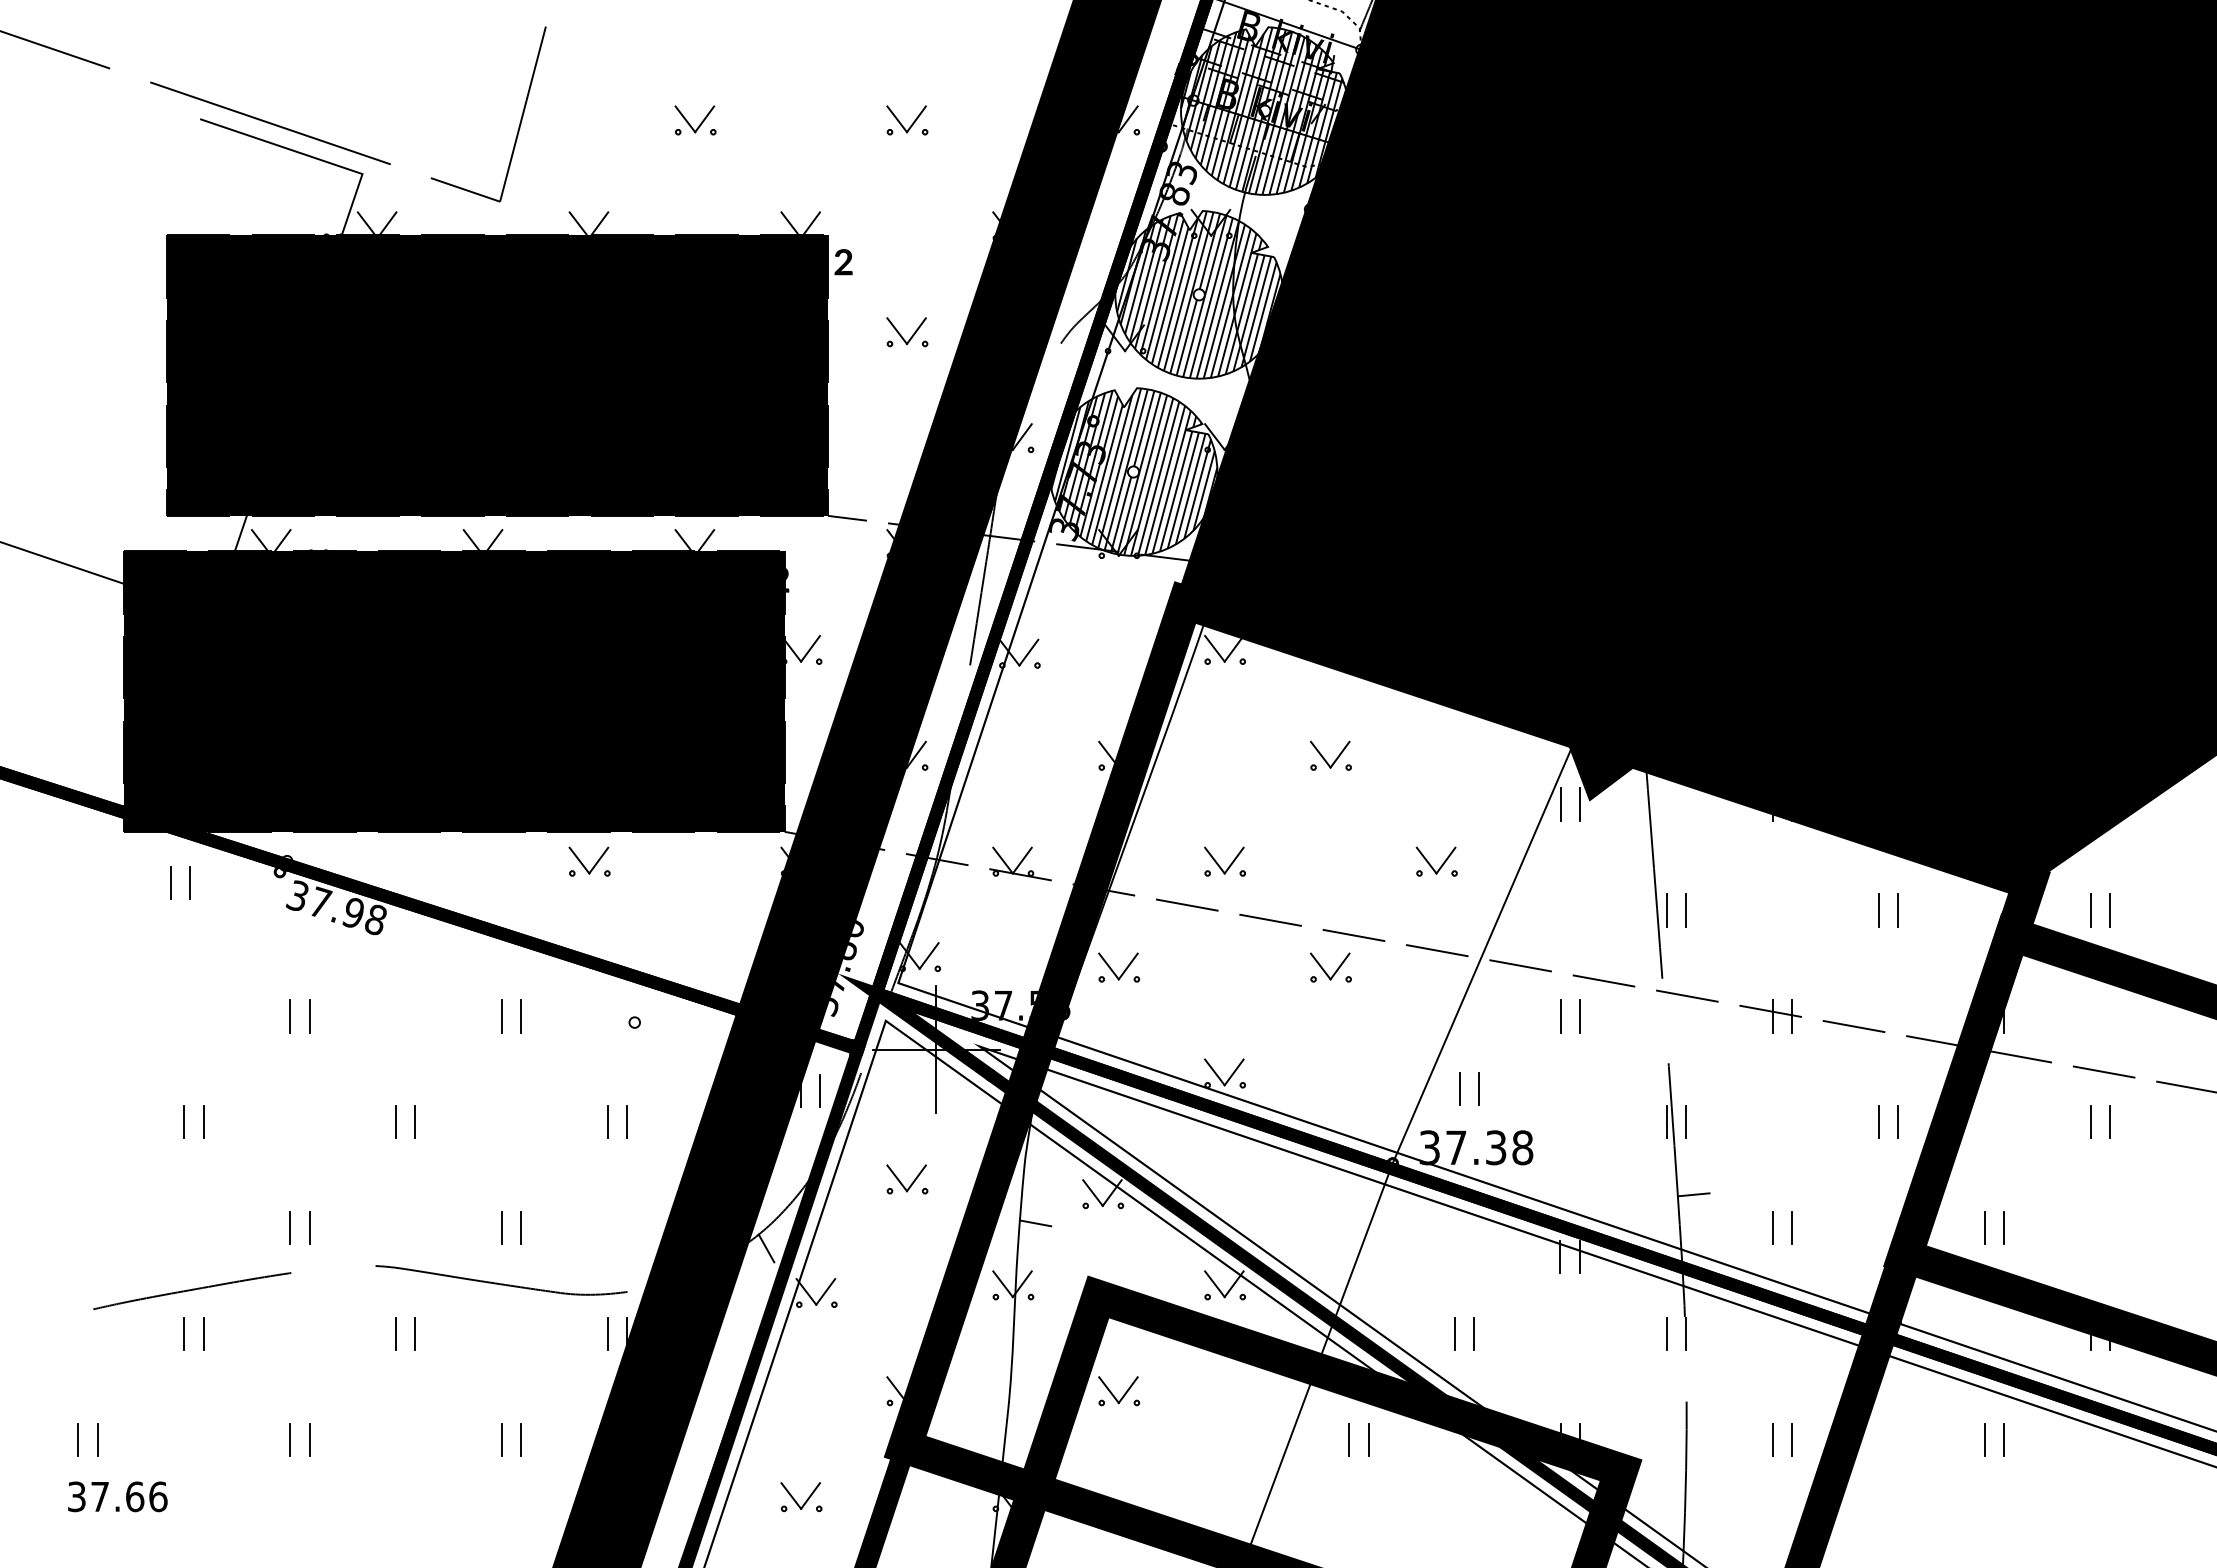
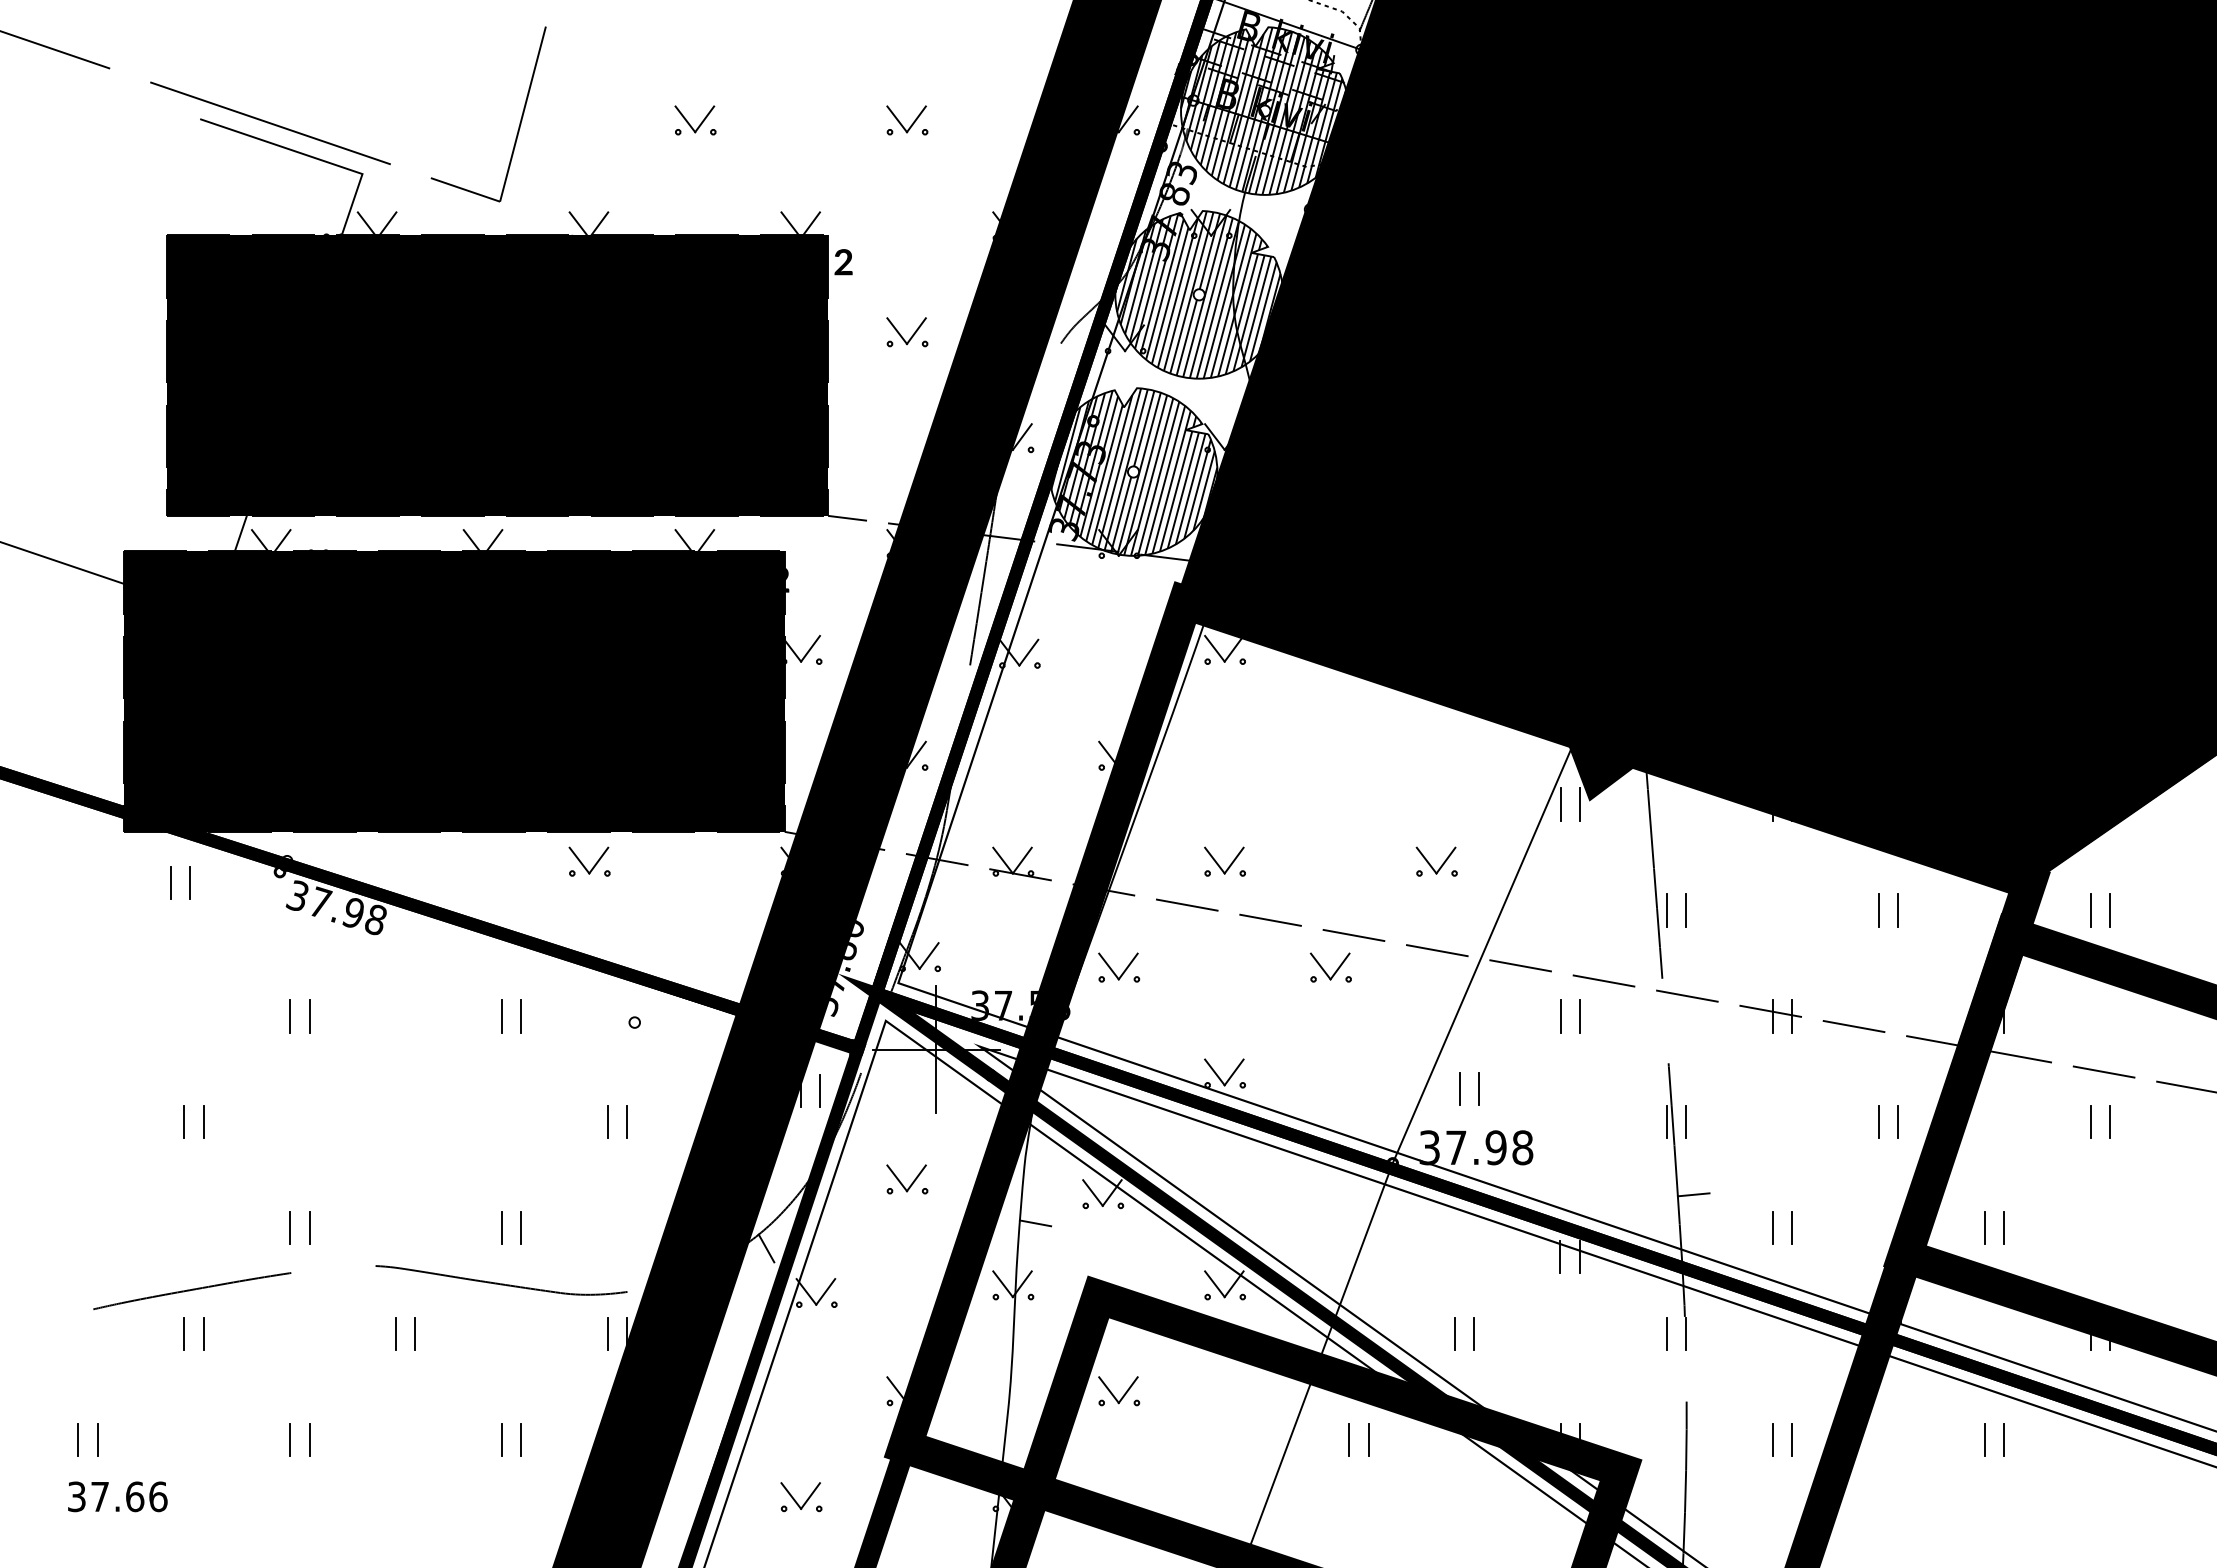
part at (1324, 757): present -> none
part at (396, 1121): present -> none
text at (1495, 1147): 37.38 -> 37.98
